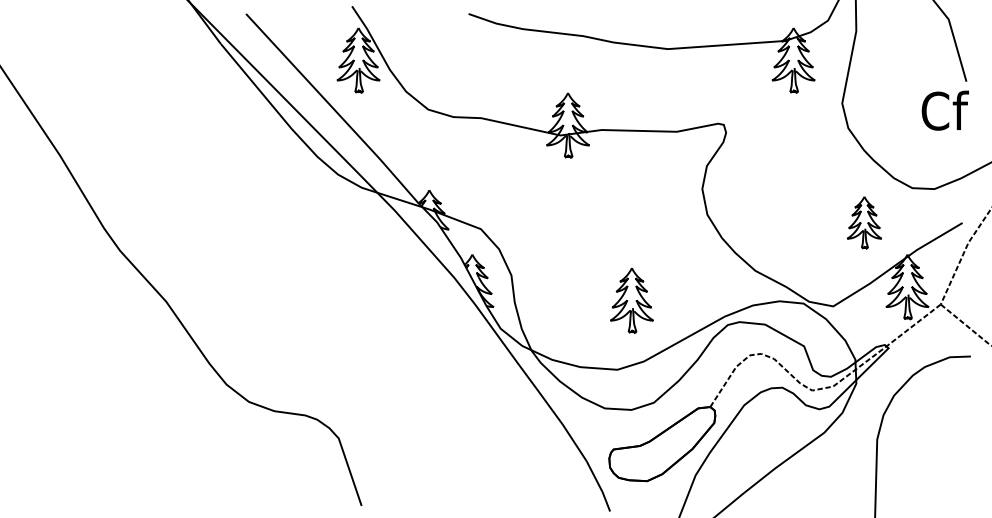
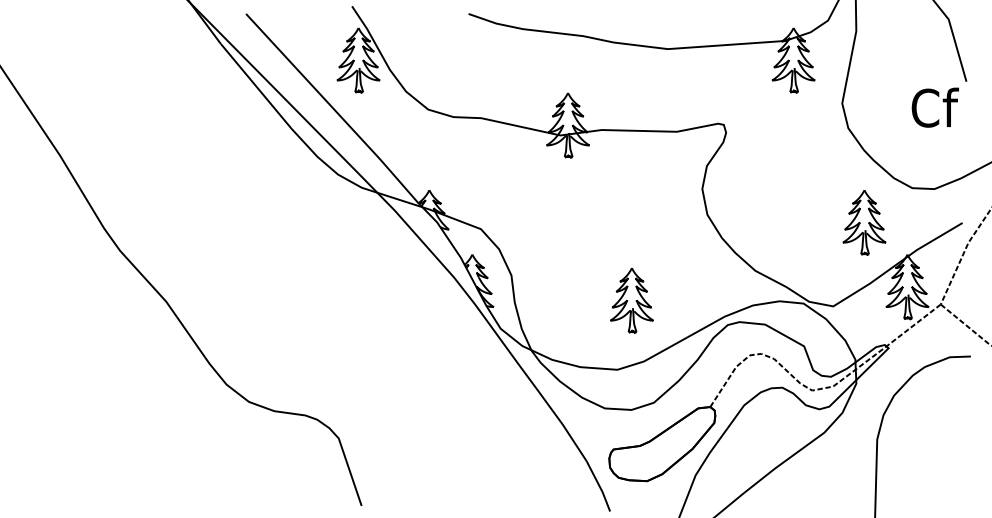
text at (944, 110) position: (944, 110) -> (934, 107)
part at (864, 222) size: 35x54 px -> 45x66 px
